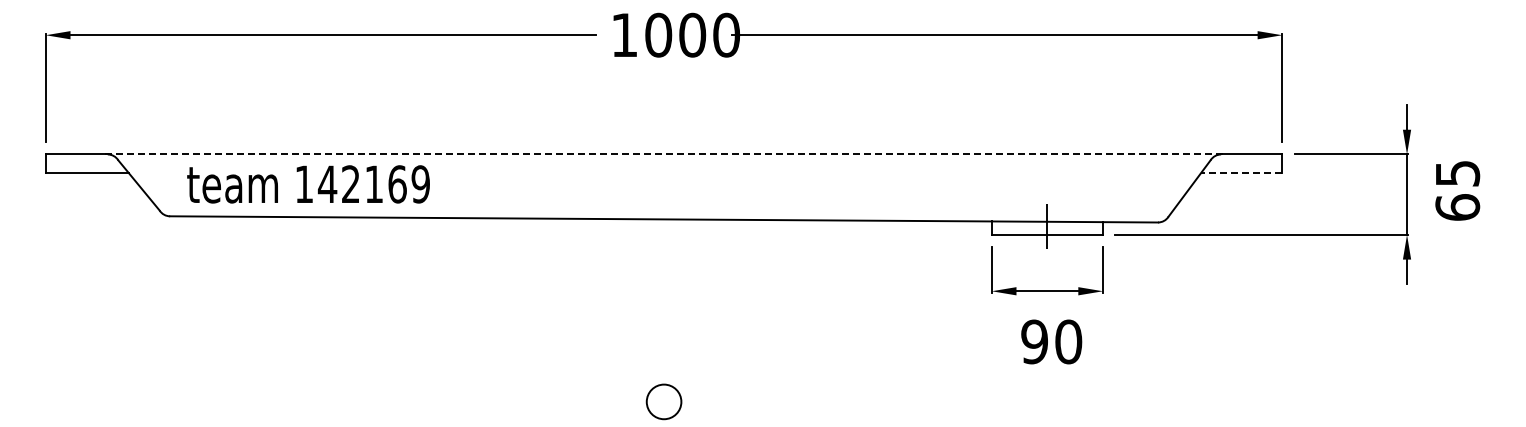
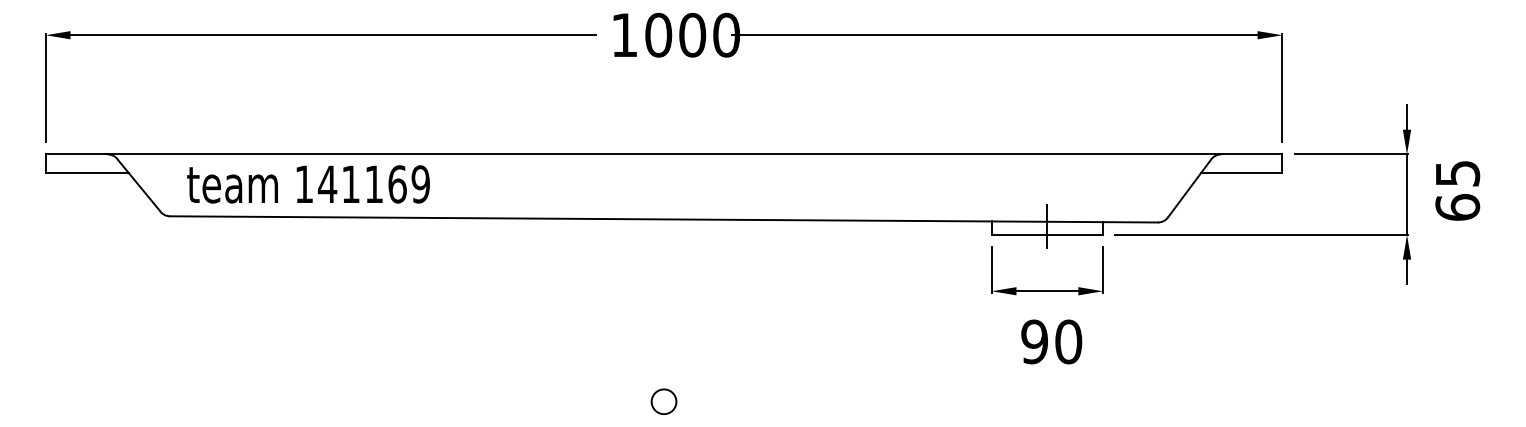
line at (664, 154): dashed -> solid
line at (1241, 173): dashed -> solid
text at (350, 183): 142169 -> 141169
circle at (663, 401) size: 38x38 px -> 28x27 px
